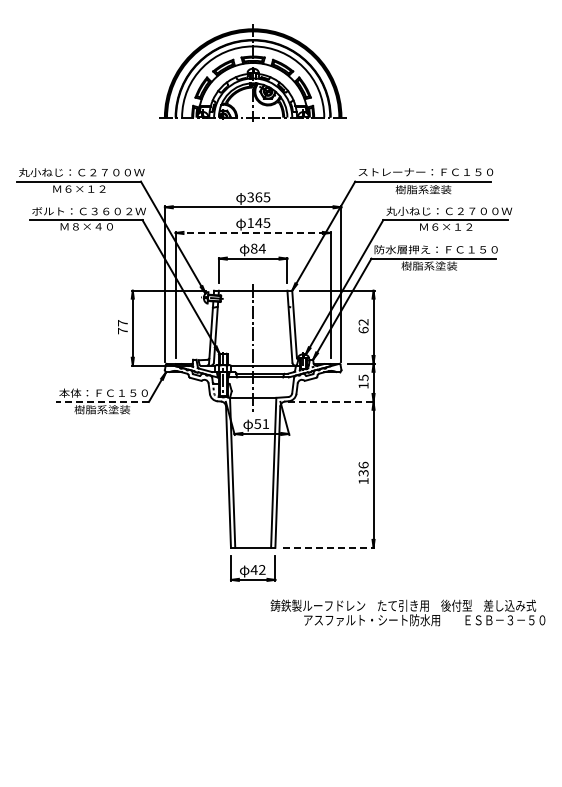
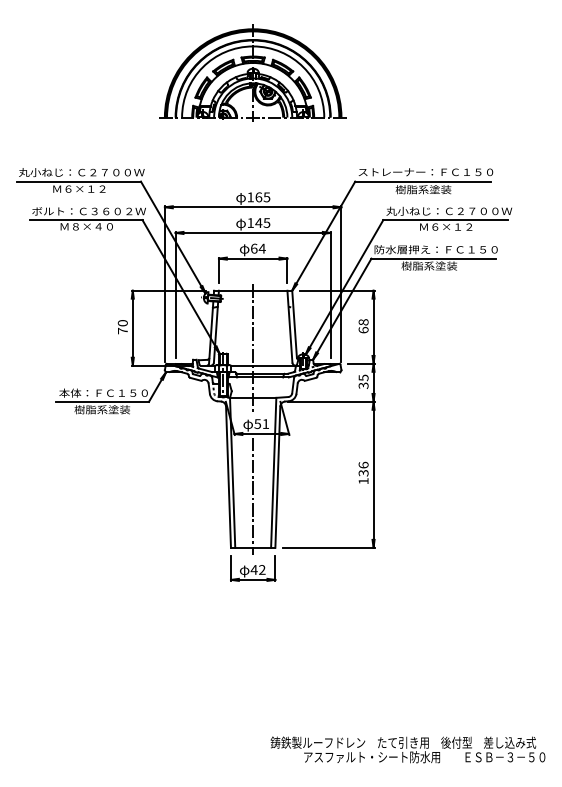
text at (250, 197): 365 -> 165
line at (253, 232): dashed -> solid
text at (254, 248): 84 -> 64
text at (363, 322): 62 -> 68
text at (122, 323): 77 -> 70
text at (363, 385): 15 -> 35
line at (102, 401): dashed -> solid
line at (332, 401): dashed -> solid
line at (253, 496): none -> present
line at (328, 547): dashed -> solid
text at (407, 612) position: (407, 612) -> (407, 749)
